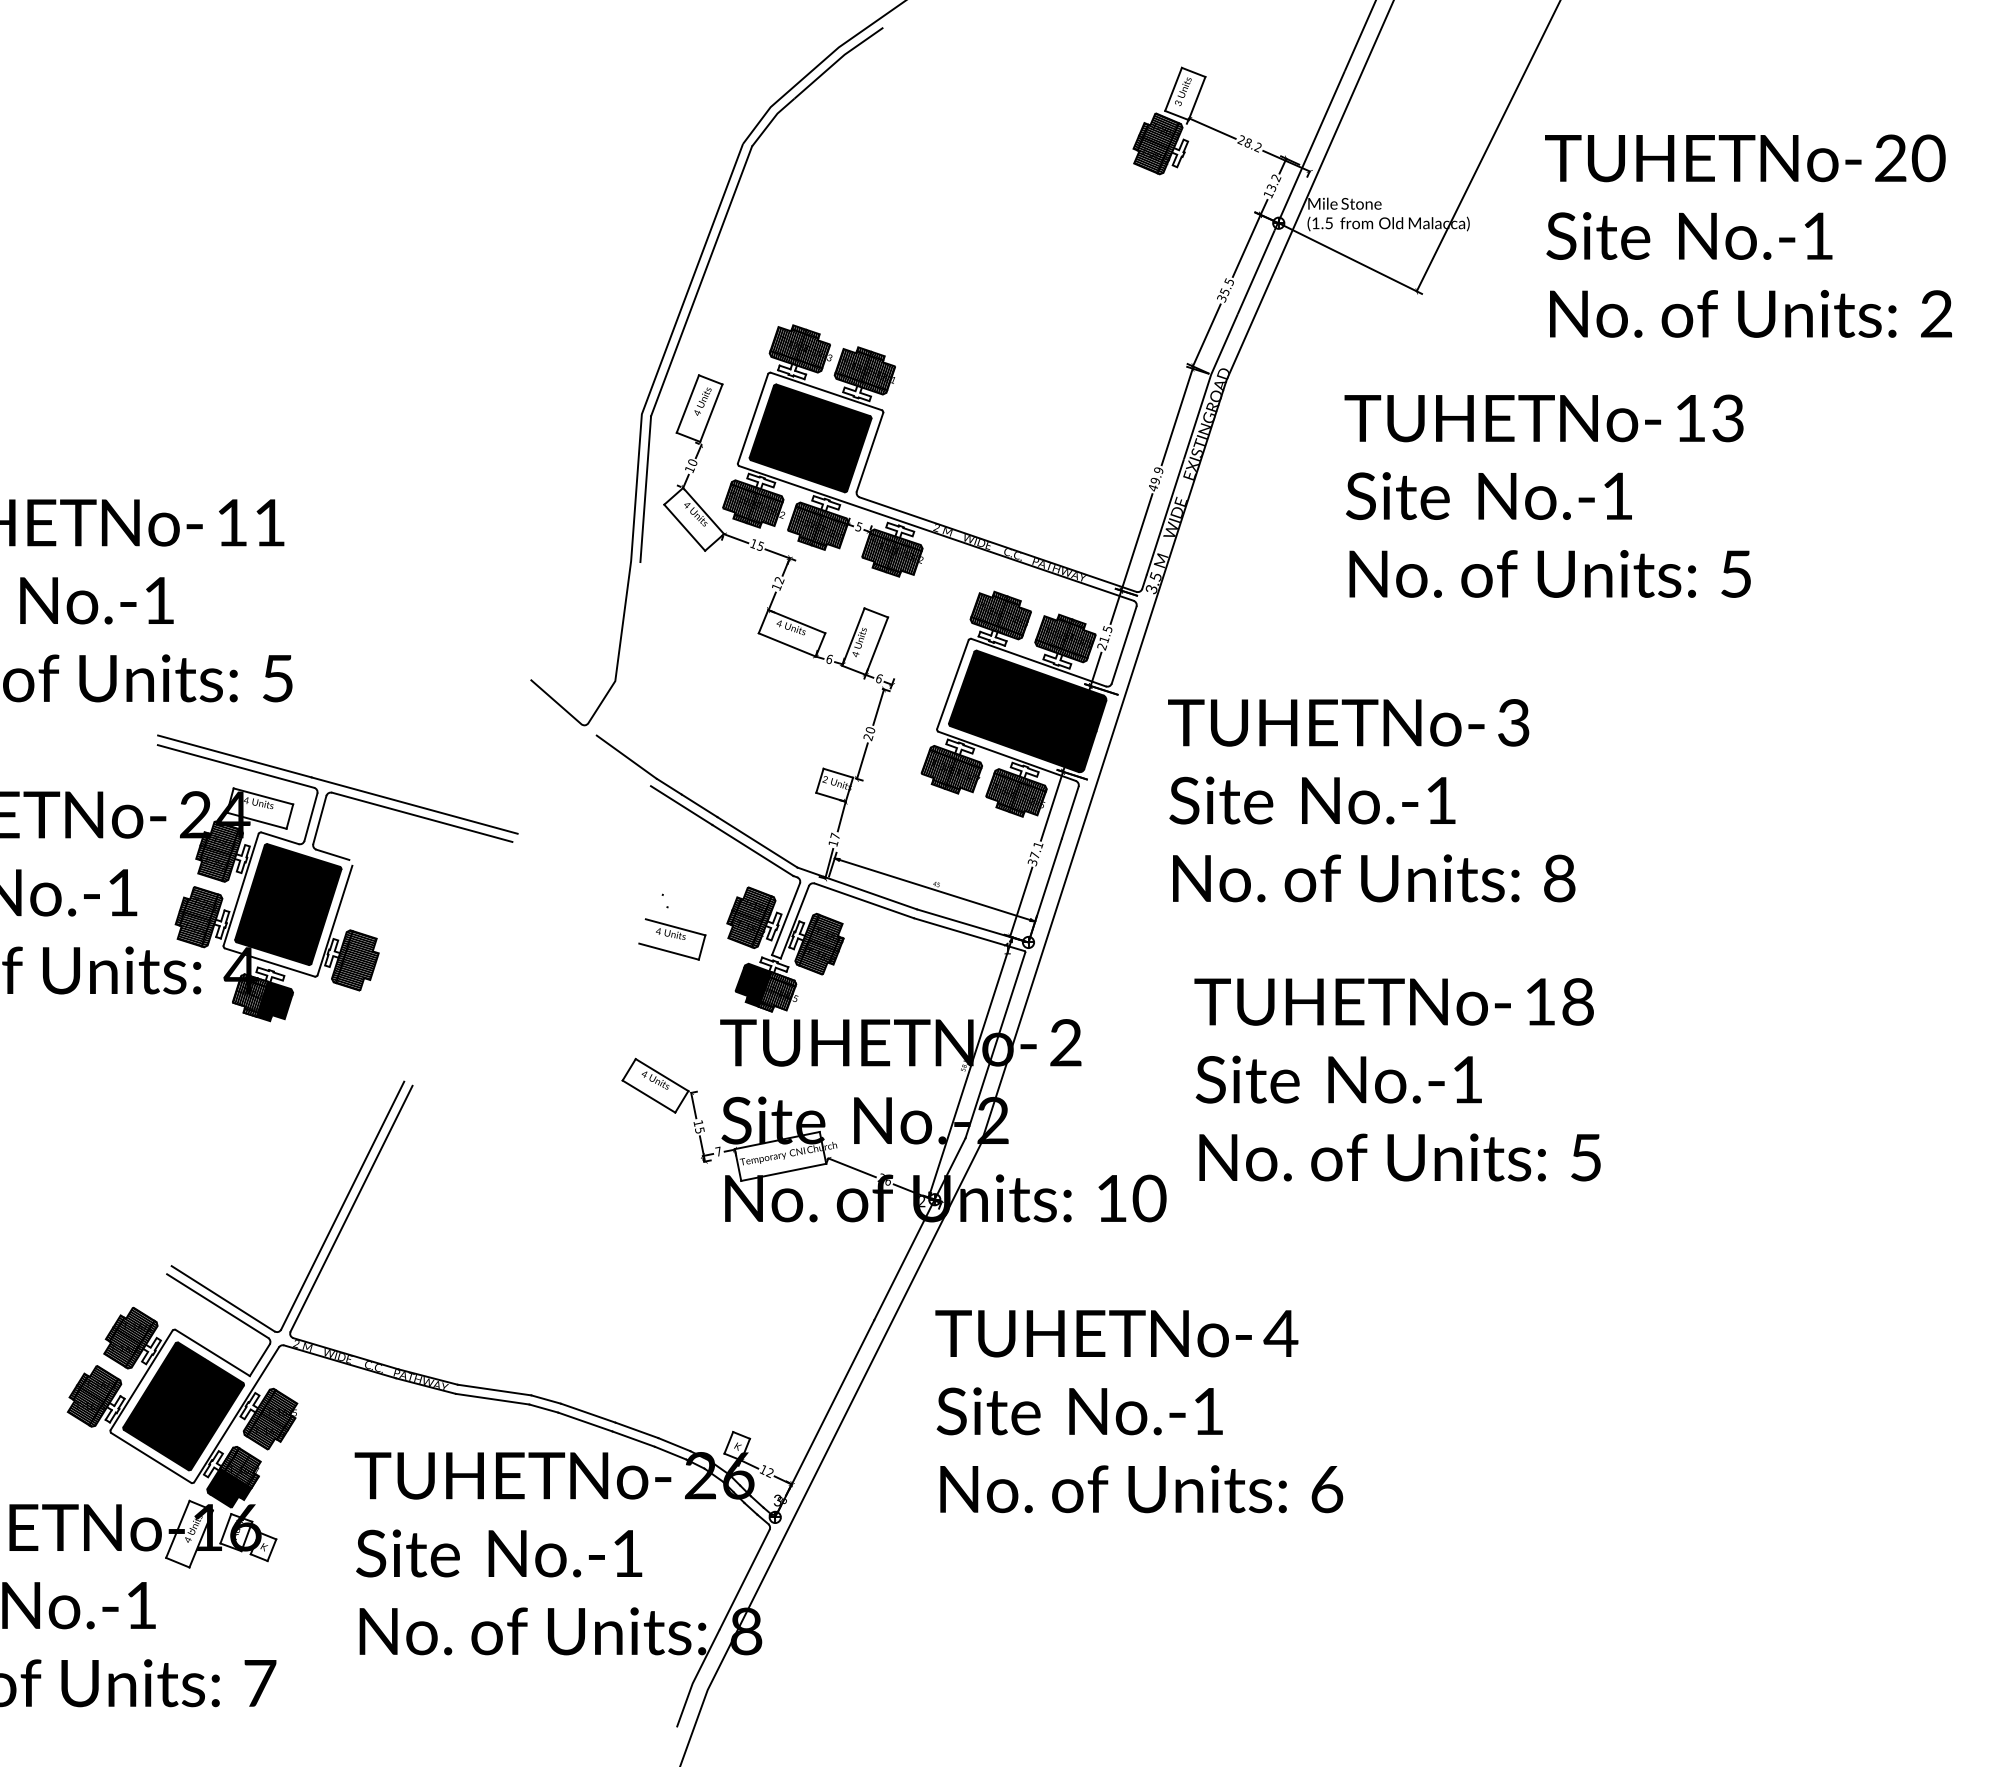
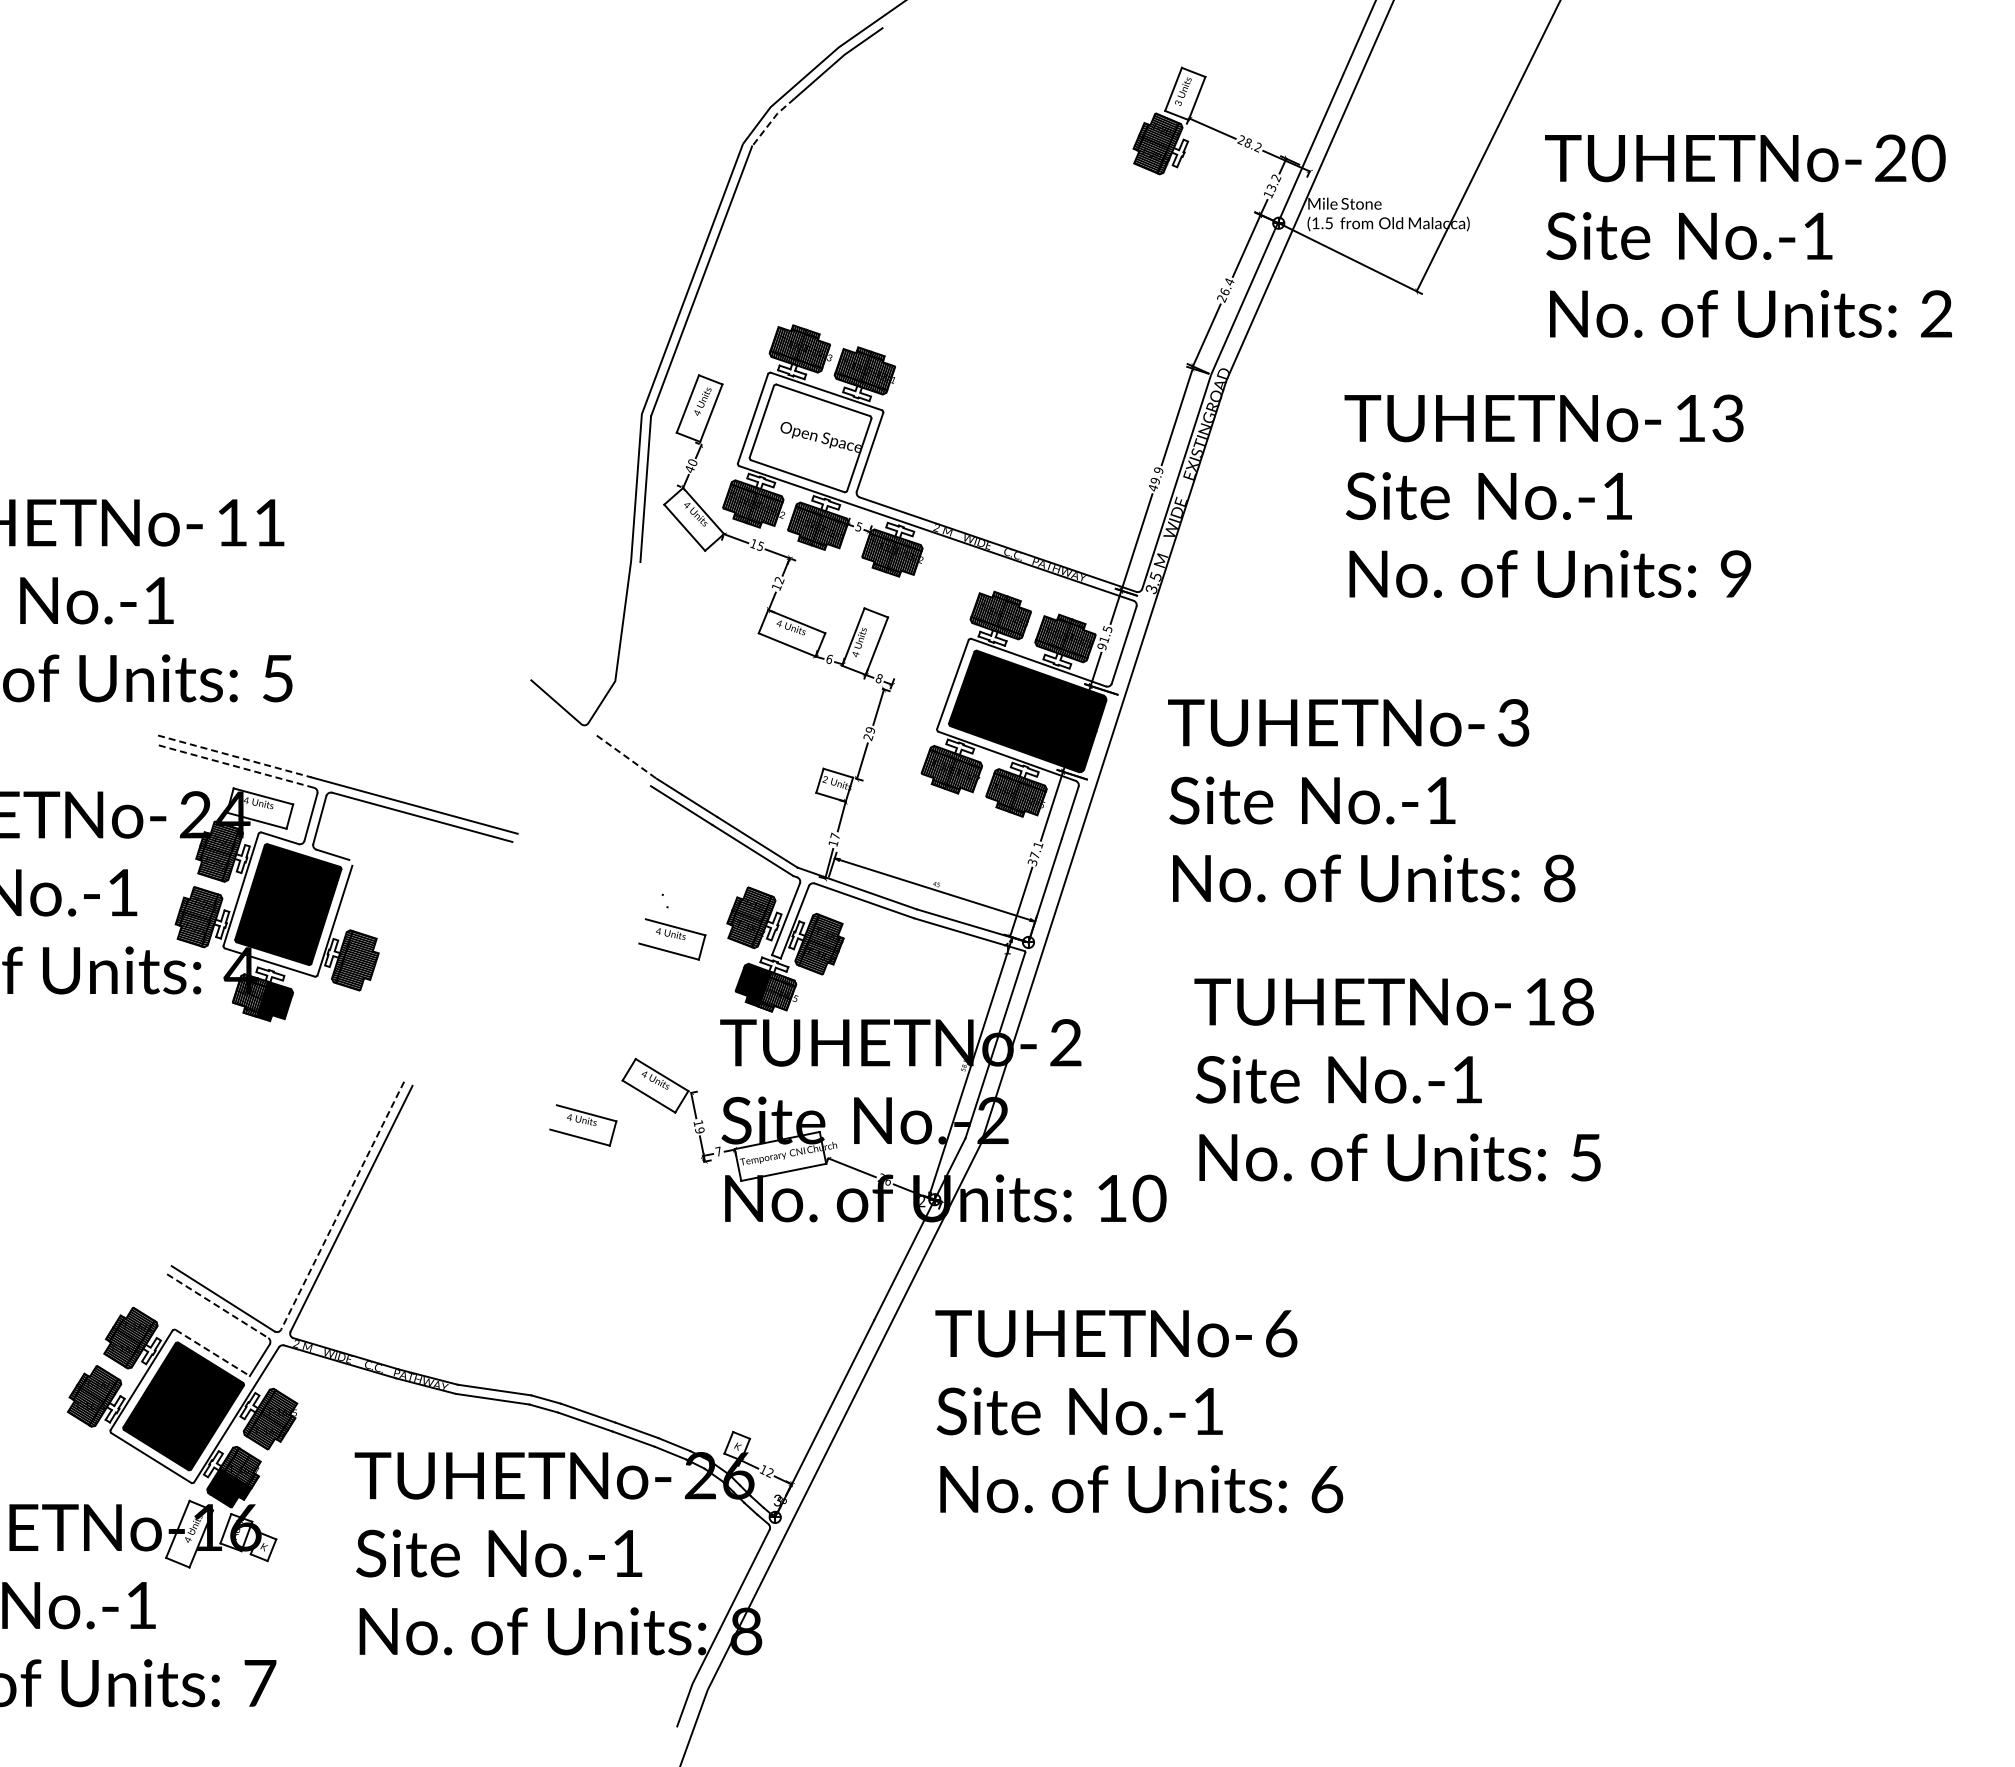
line at (772, 120): solid -> dashed
text at (1225, 289): 35.5 -> 26.4
fill at (810, 438): present -> none
text at (689, 469): 10 -> 40
text at (1735, 573): 5 -> 9
text at (1102, 646): 21.5 -> 91.5
text at (878, 678): 6 -> 8
text at (870, 730): 20 -> 29
line at (234, 756): solid -> dashed
line at (626, 757): solid -> dashed
line at (236, 766): solid -> dashed
part at (583, 1125): none -> present
text at (699, 1130): 15 -> 19
line at (342, 1206): solid -> dashed
line at (217, 1306): solid -> dashed
text at (1280, 1333): 4 -> 6
line at (212, 1353): solid -> dashed
